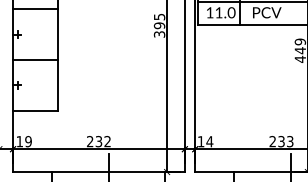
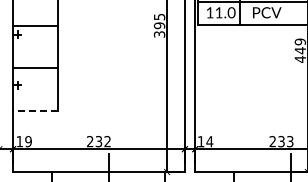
line at (35, 9) position: (35, 9) -> (35, 26)
line at (35, 60) position: (35, 60) -> (35, 68)
line at (34, 110): solid -> dashed
